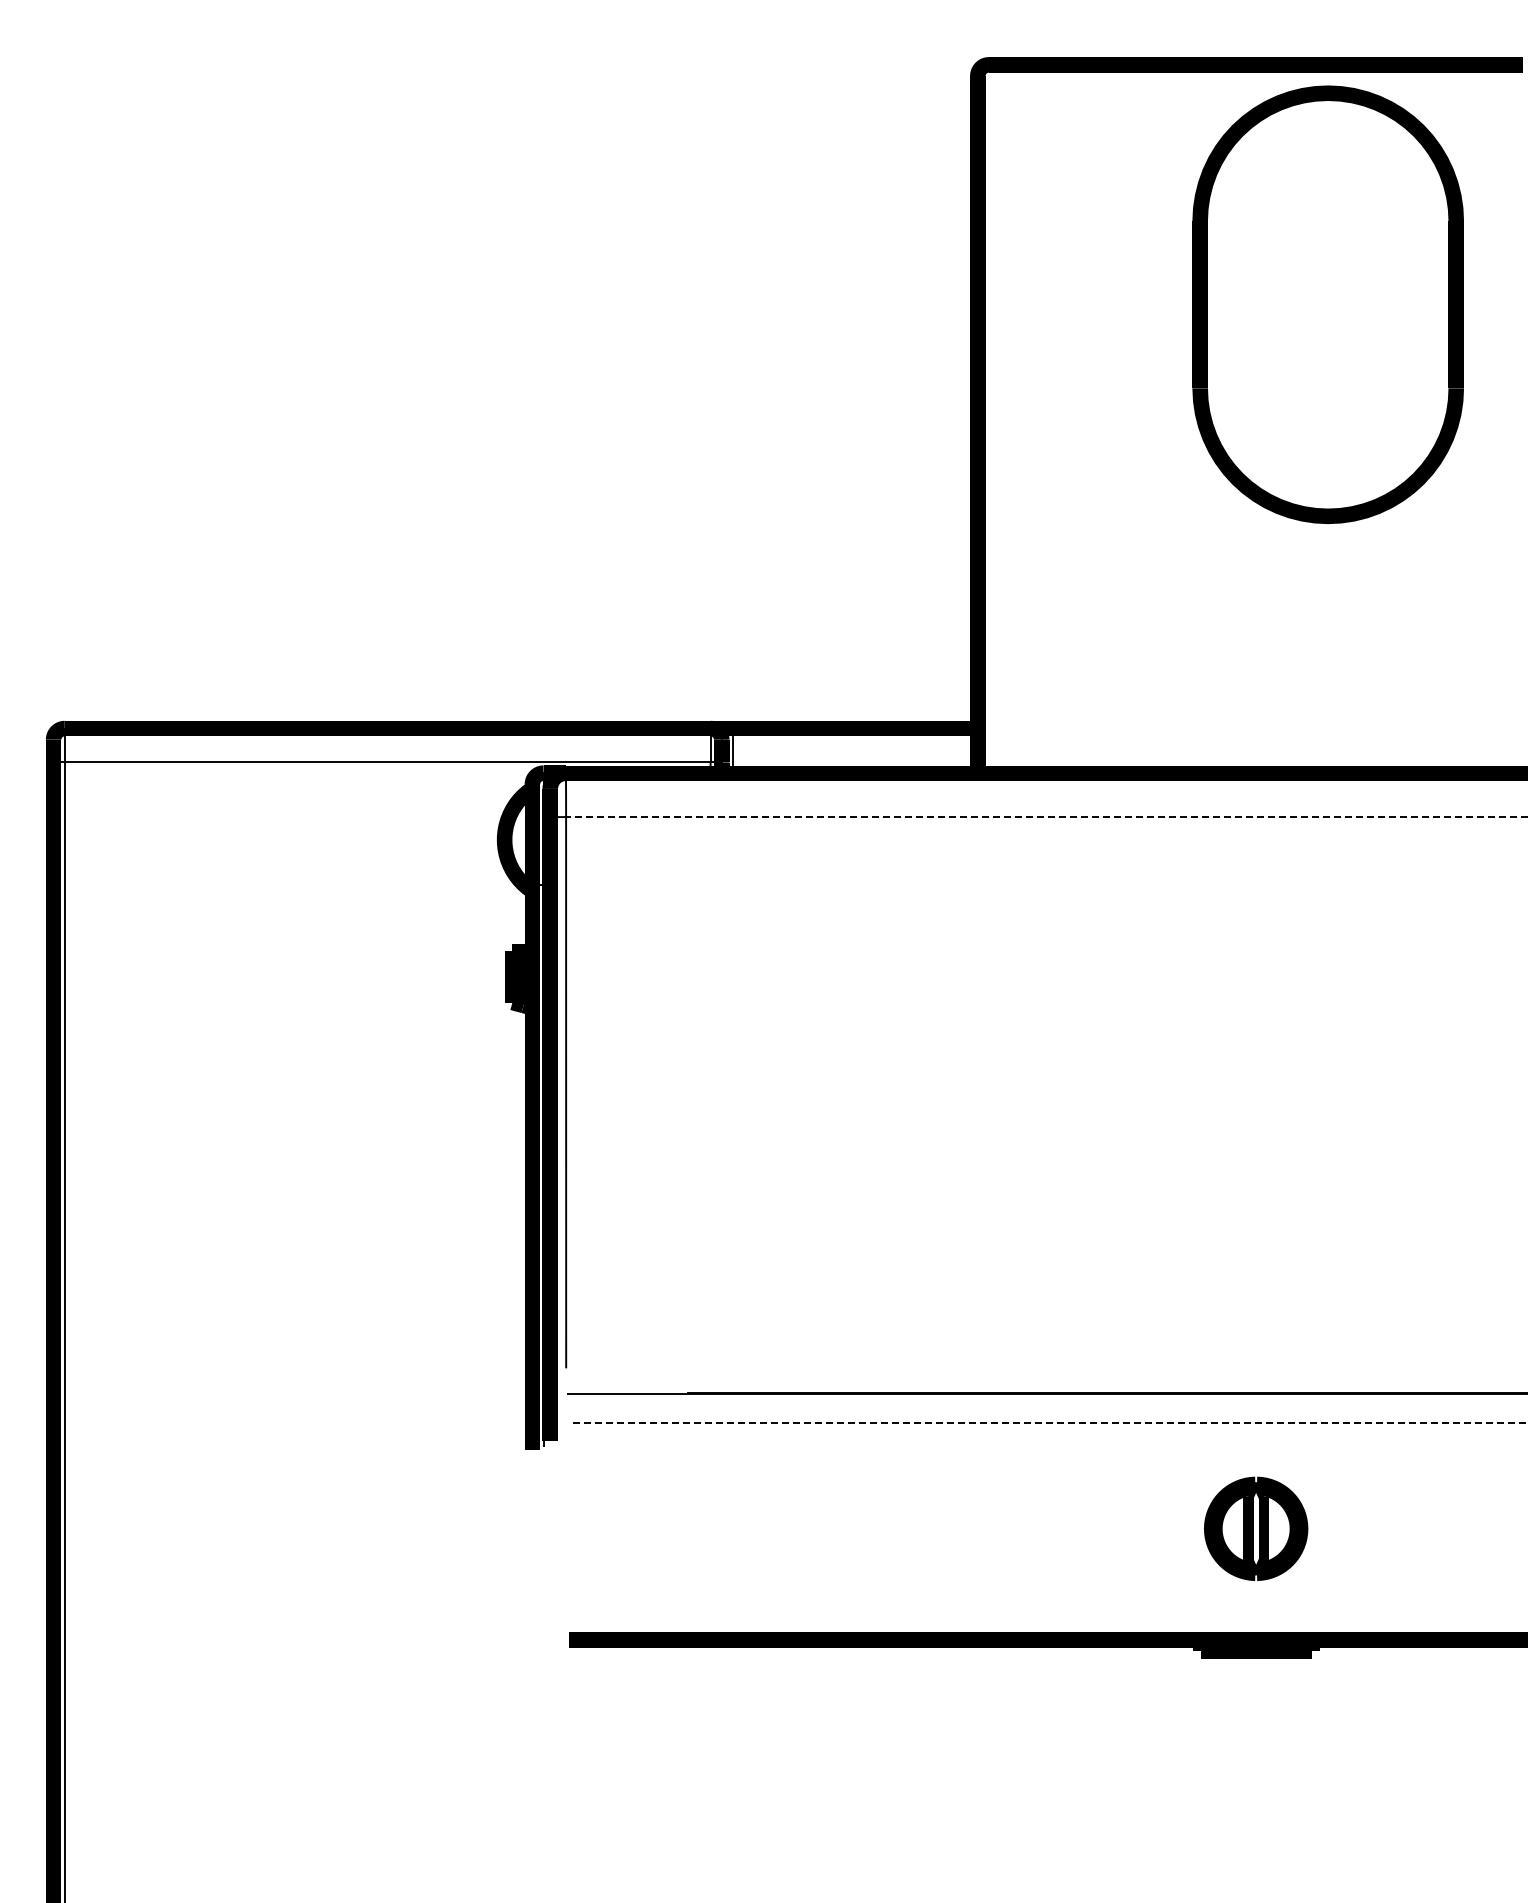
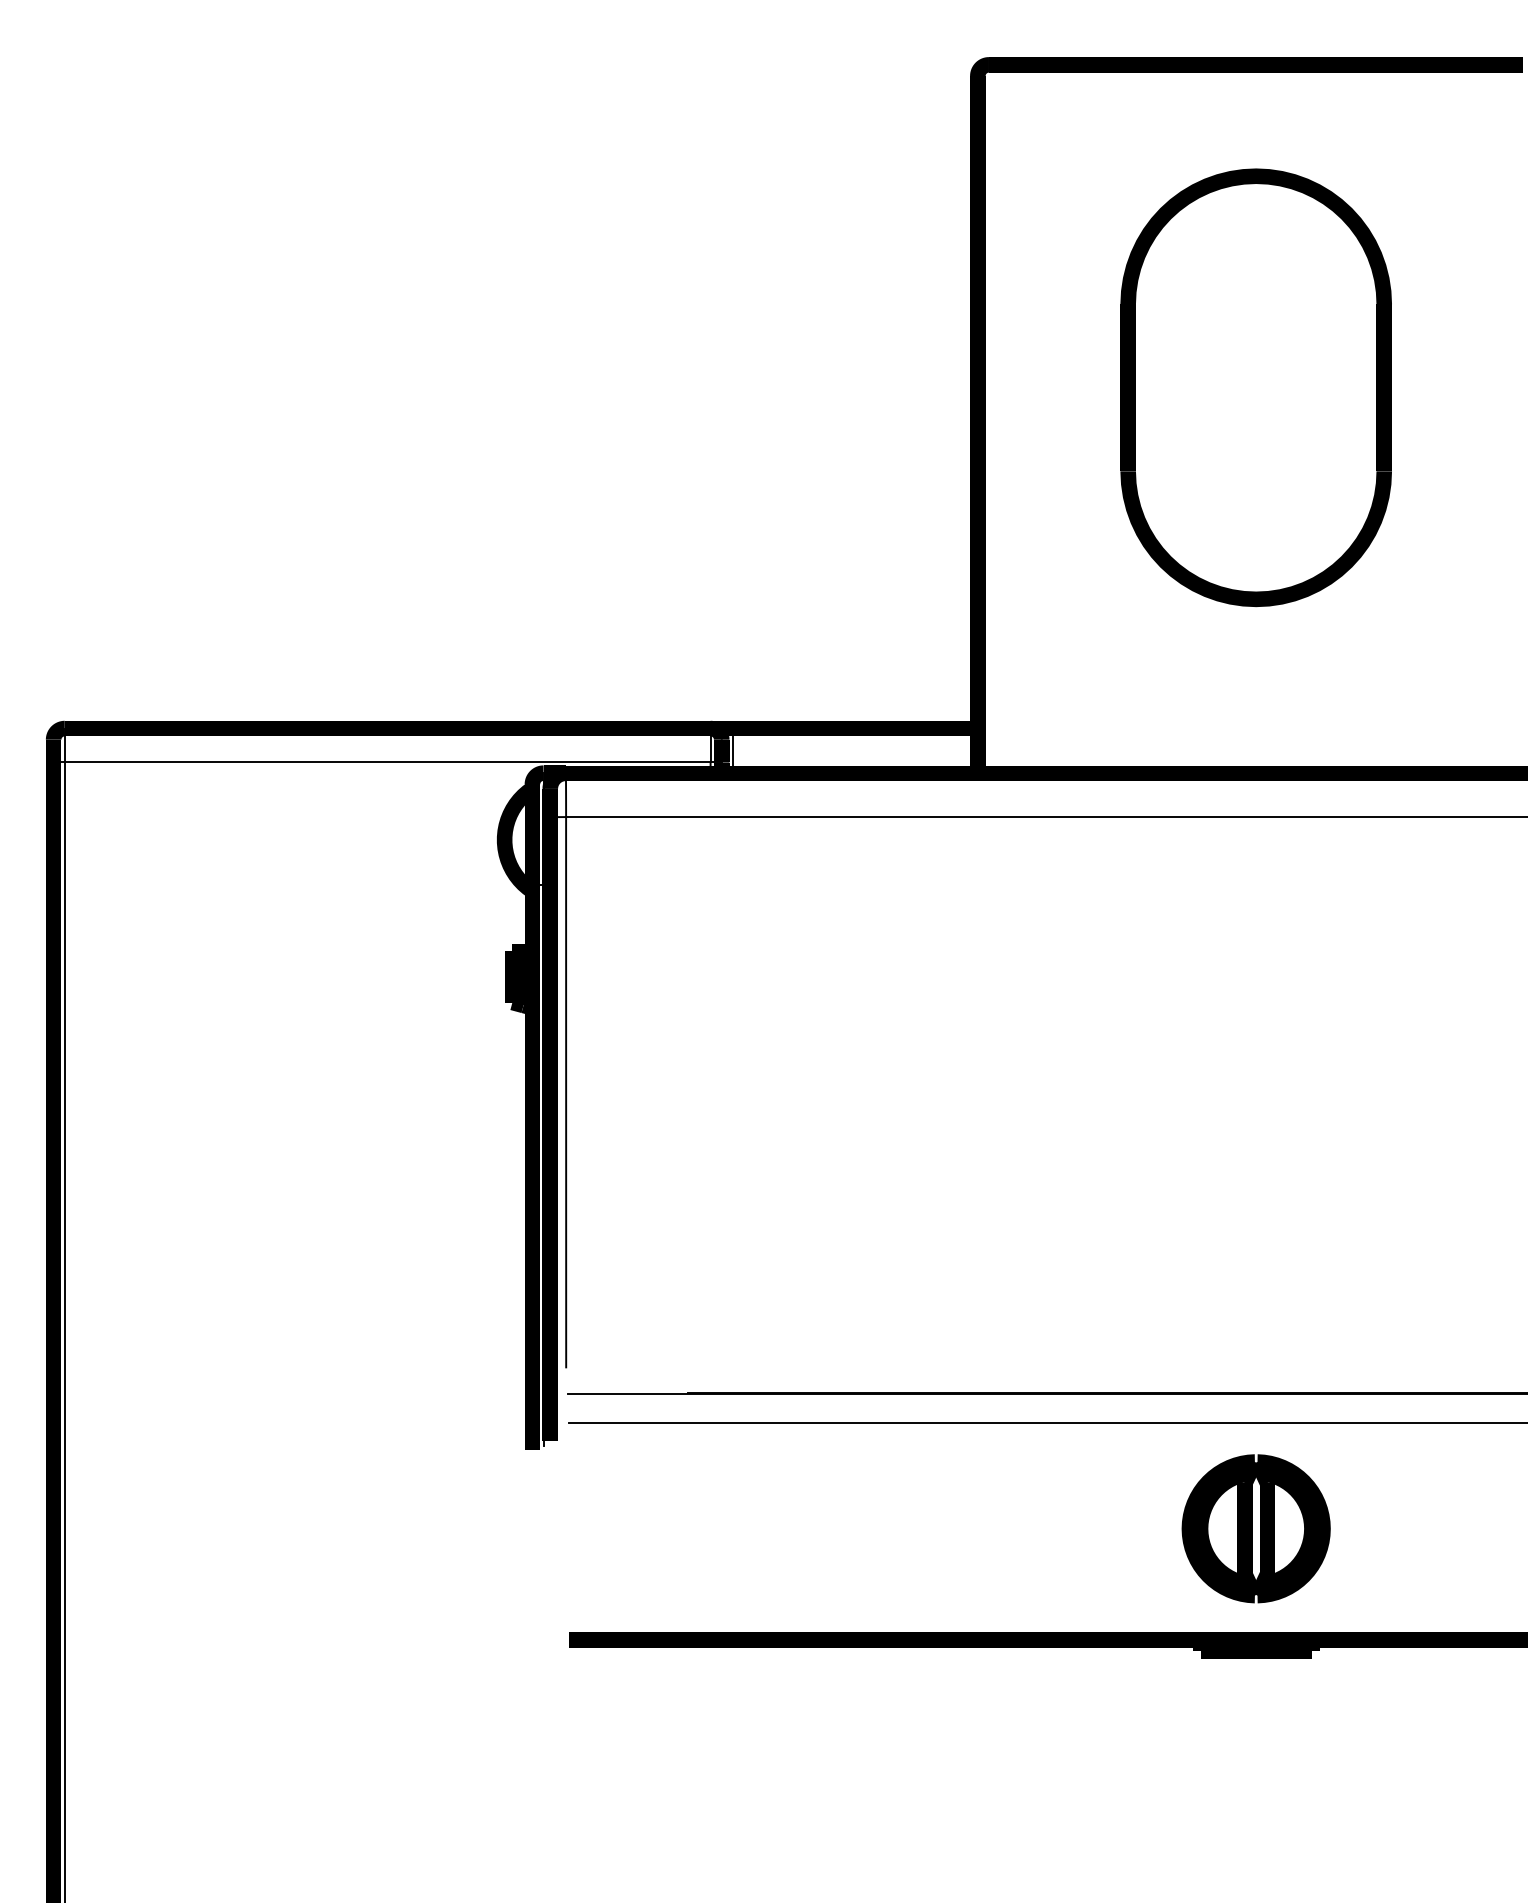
part at (1327, 304) position: (1327, 304) -> (1255, 387)
line at (1046, 817): dashed -> solid
line at (1047, 1423): dashed -> solid
part at (1256, 1528) size: 105x105 px -> 150x150 px
